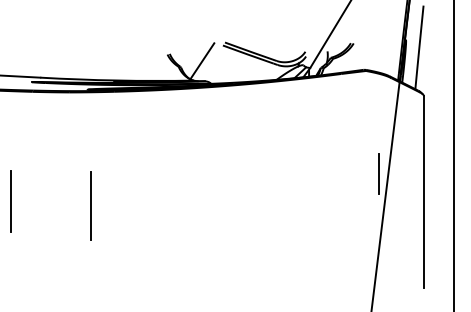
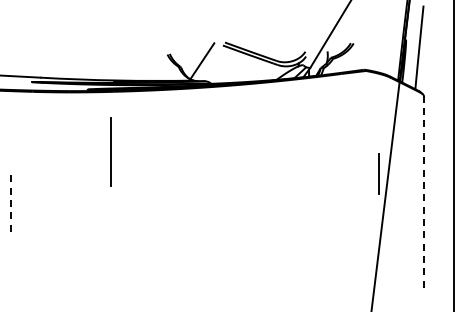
line at (423, 191): solid -> dashed
line at (11, 200): solid -> dashed
line at (90, 205) position: (90, 205) -> (110, 151)
